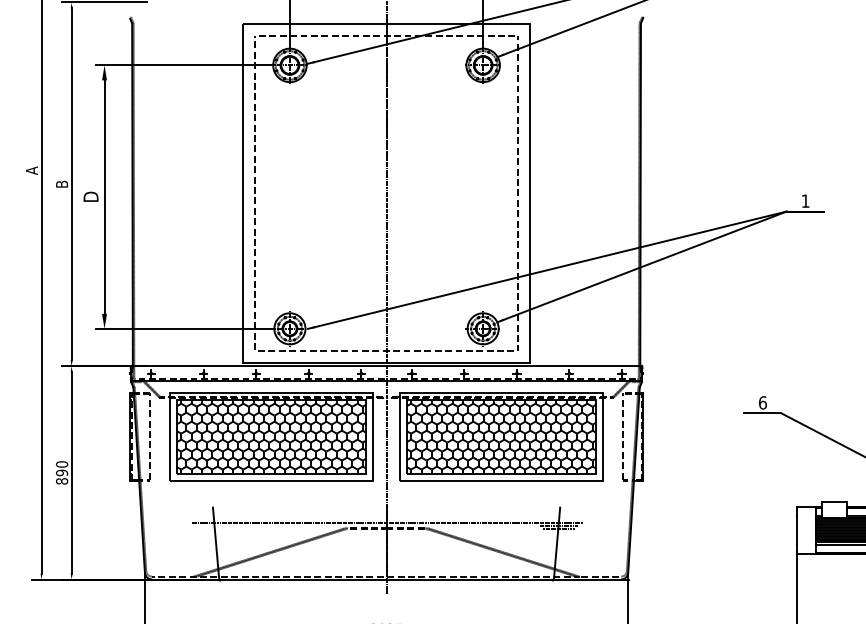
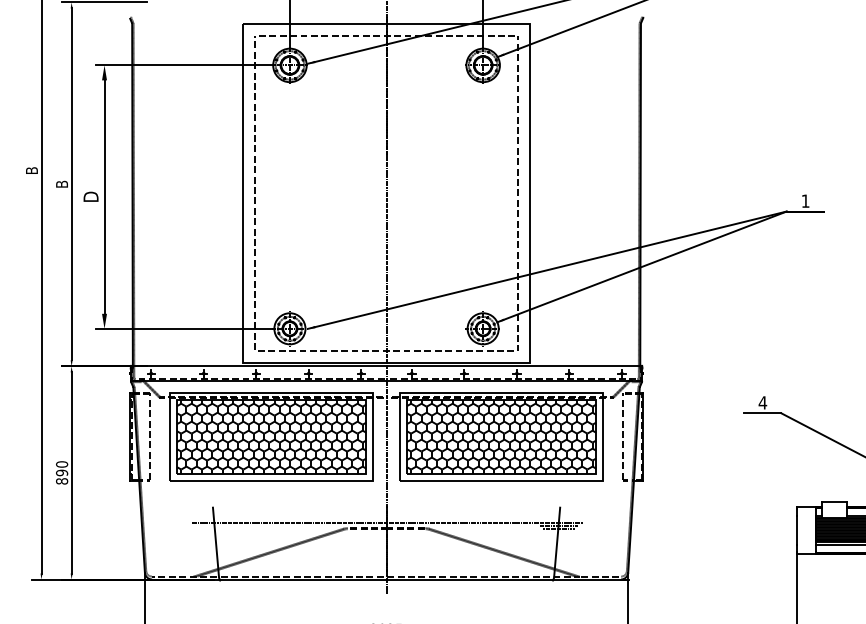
text at (31, 170): A -> B
text at (762, 402): 6 -> 4
